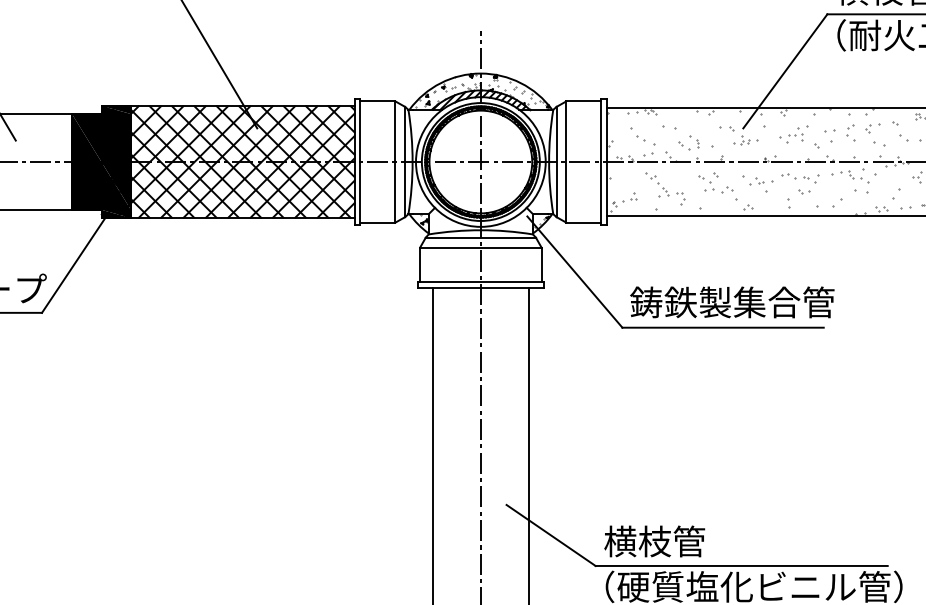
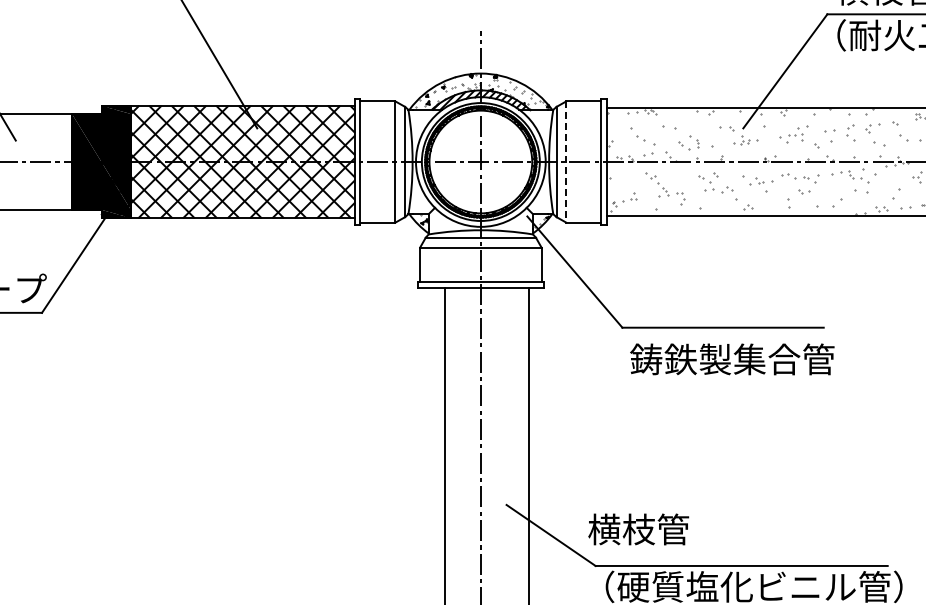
line at (566, 162): solid -> dashed
text at (732, 302) position: (732, 302) -> (732, 359)
line at (432, 444) position: (432, 444) -> (444, 444)
text at (654, 541) position: (654, 541) -> (638, 529)
